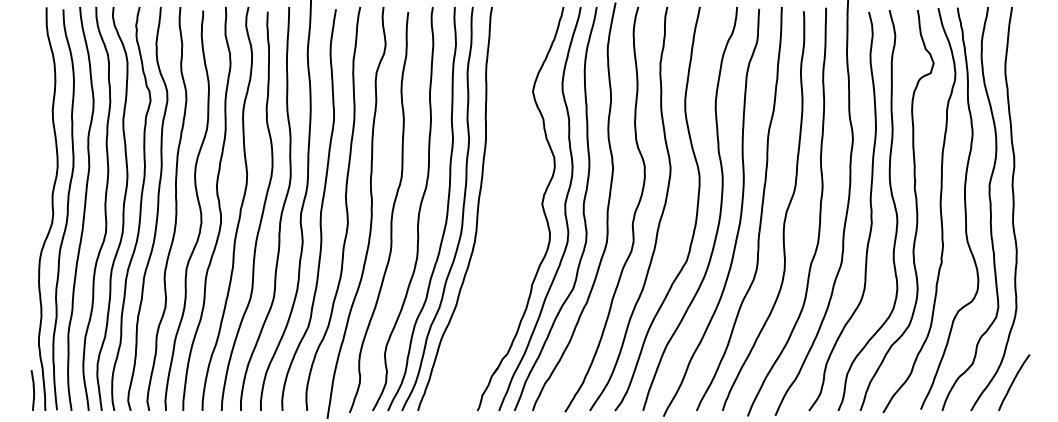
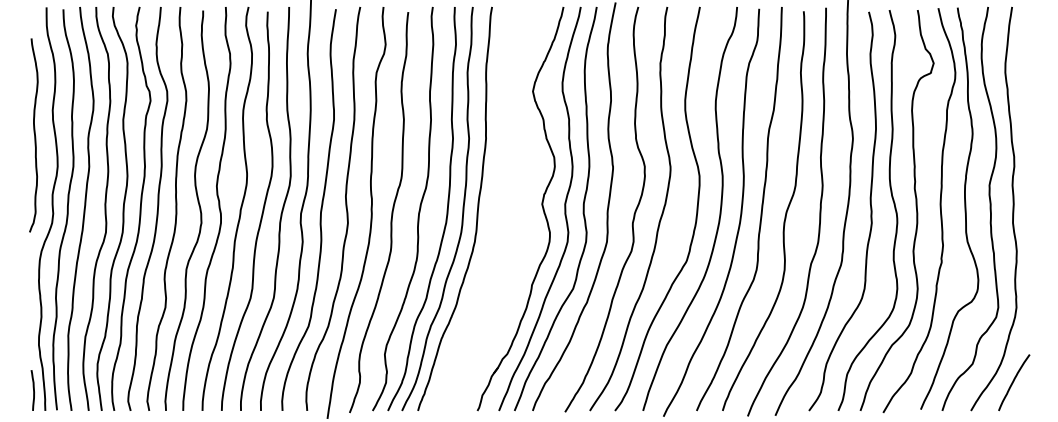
curve at (34, 135): none -> present
